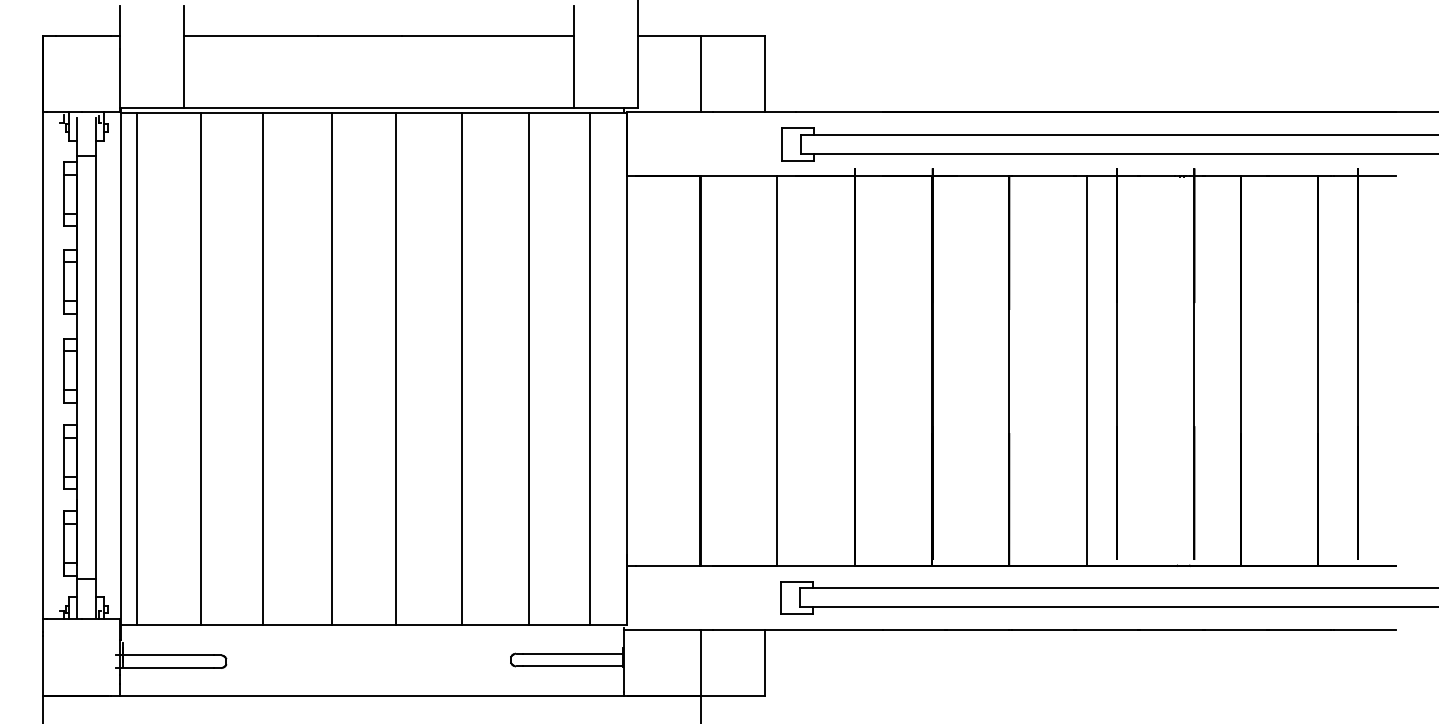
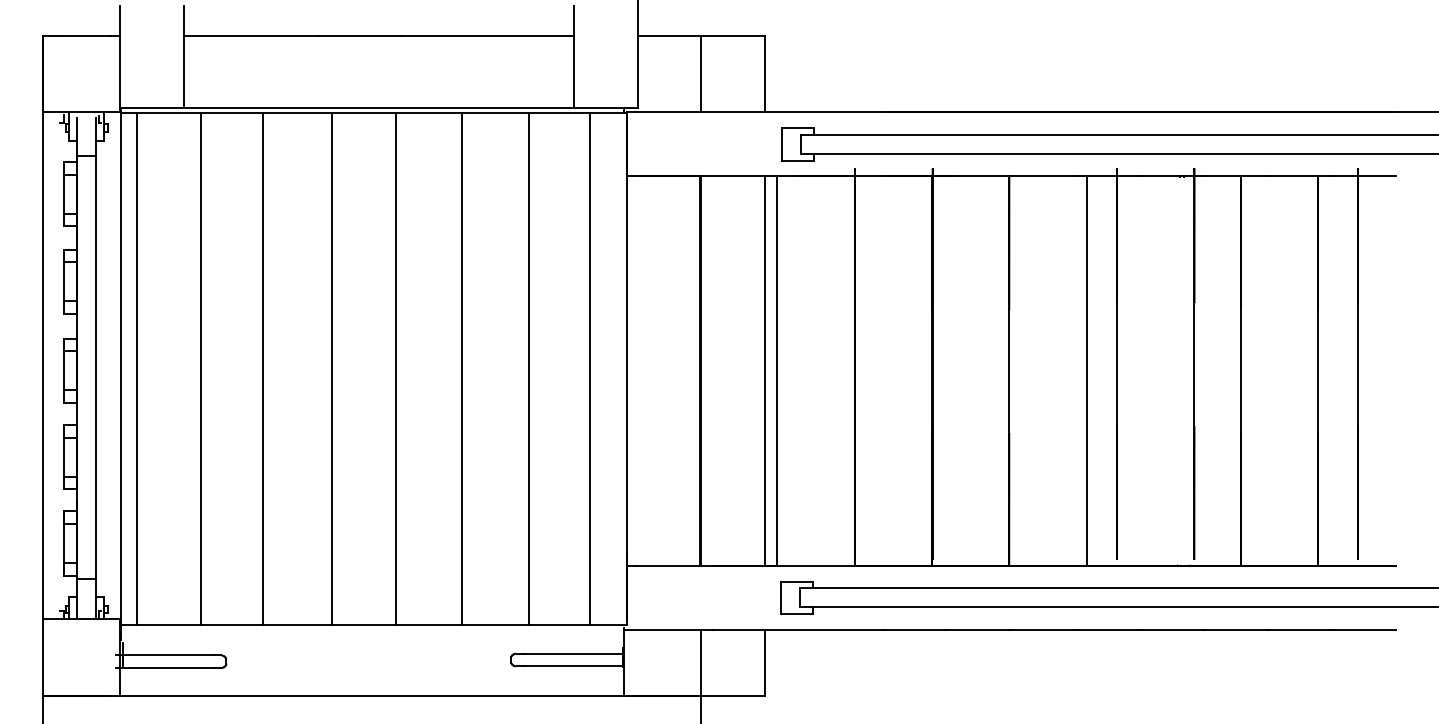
line at (765, 370): none -> present
